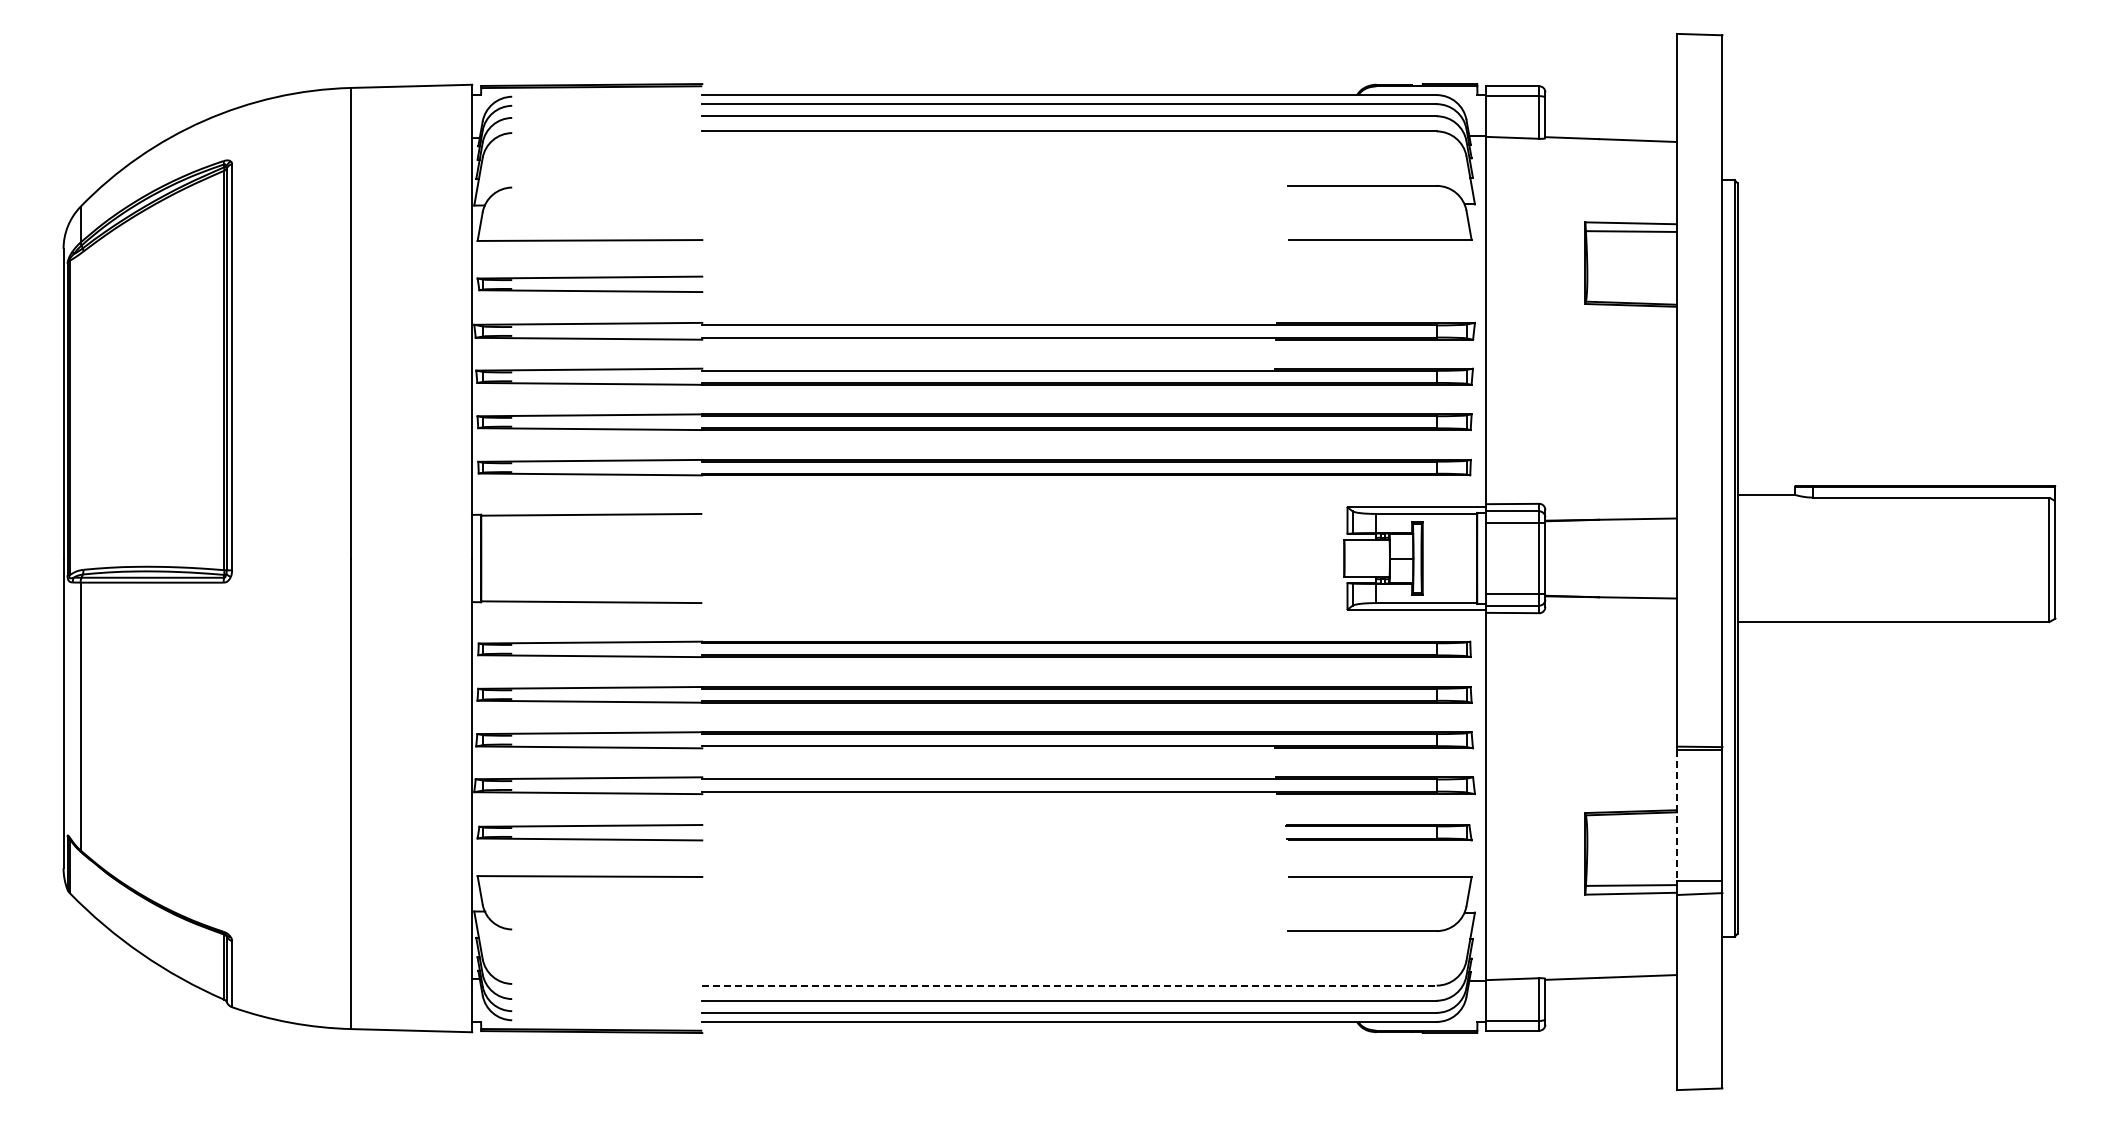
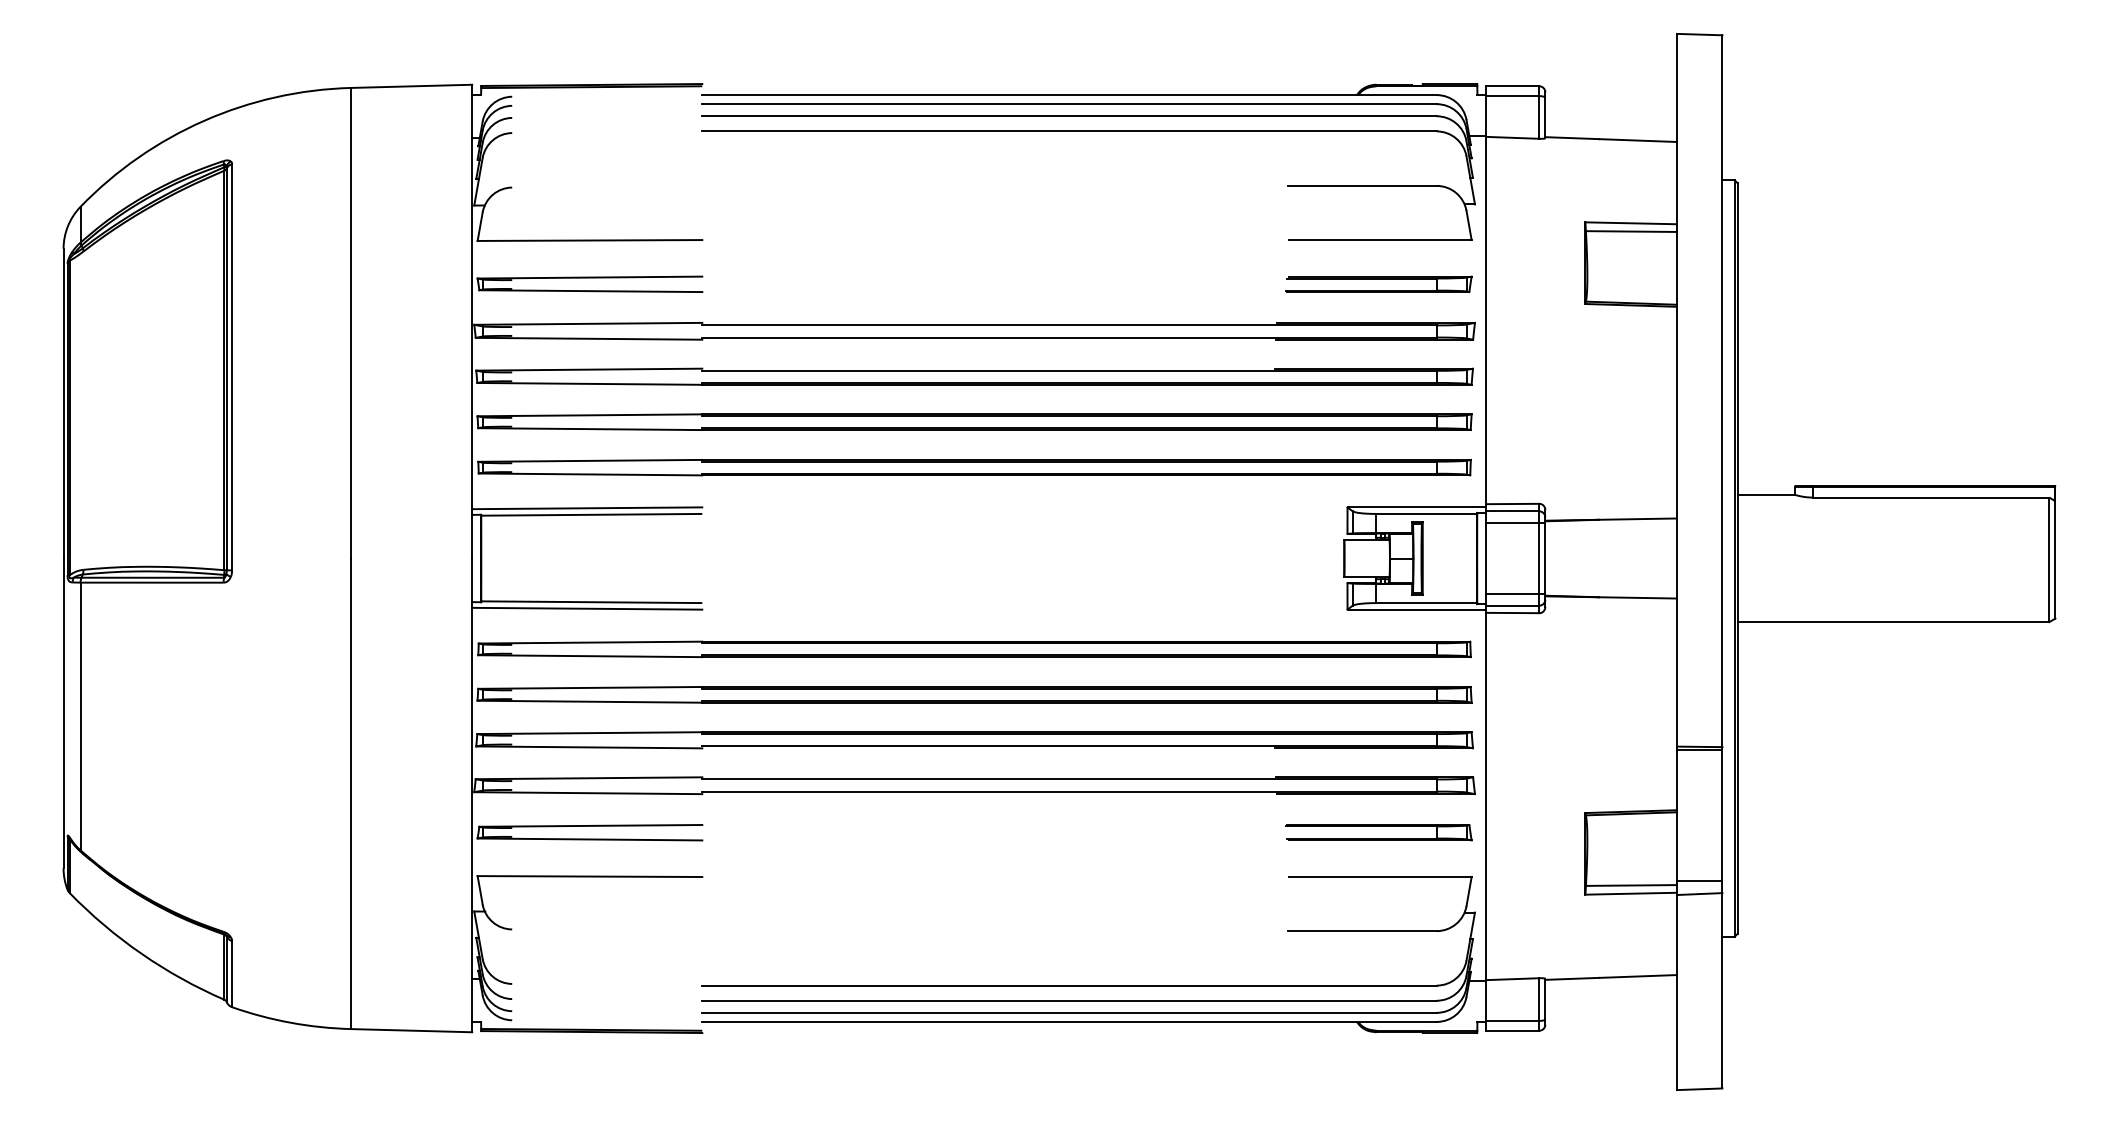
part at (1378, 283): none -> present
line at (587, 508): none -> present
line at (587, 608): none -> present
line at (1677, 815): dashed -> solid
line at (1070, 985): dashed -> solid
